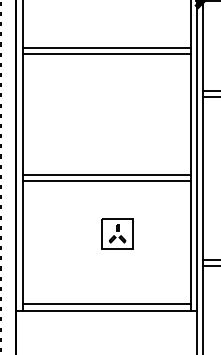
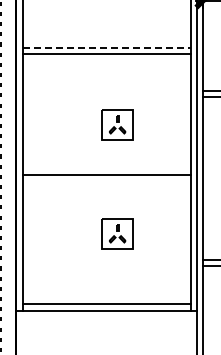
line at (107, 48): solid -> dashed
part at (117, 124): none -> present
line at (106, 180): present -> none
